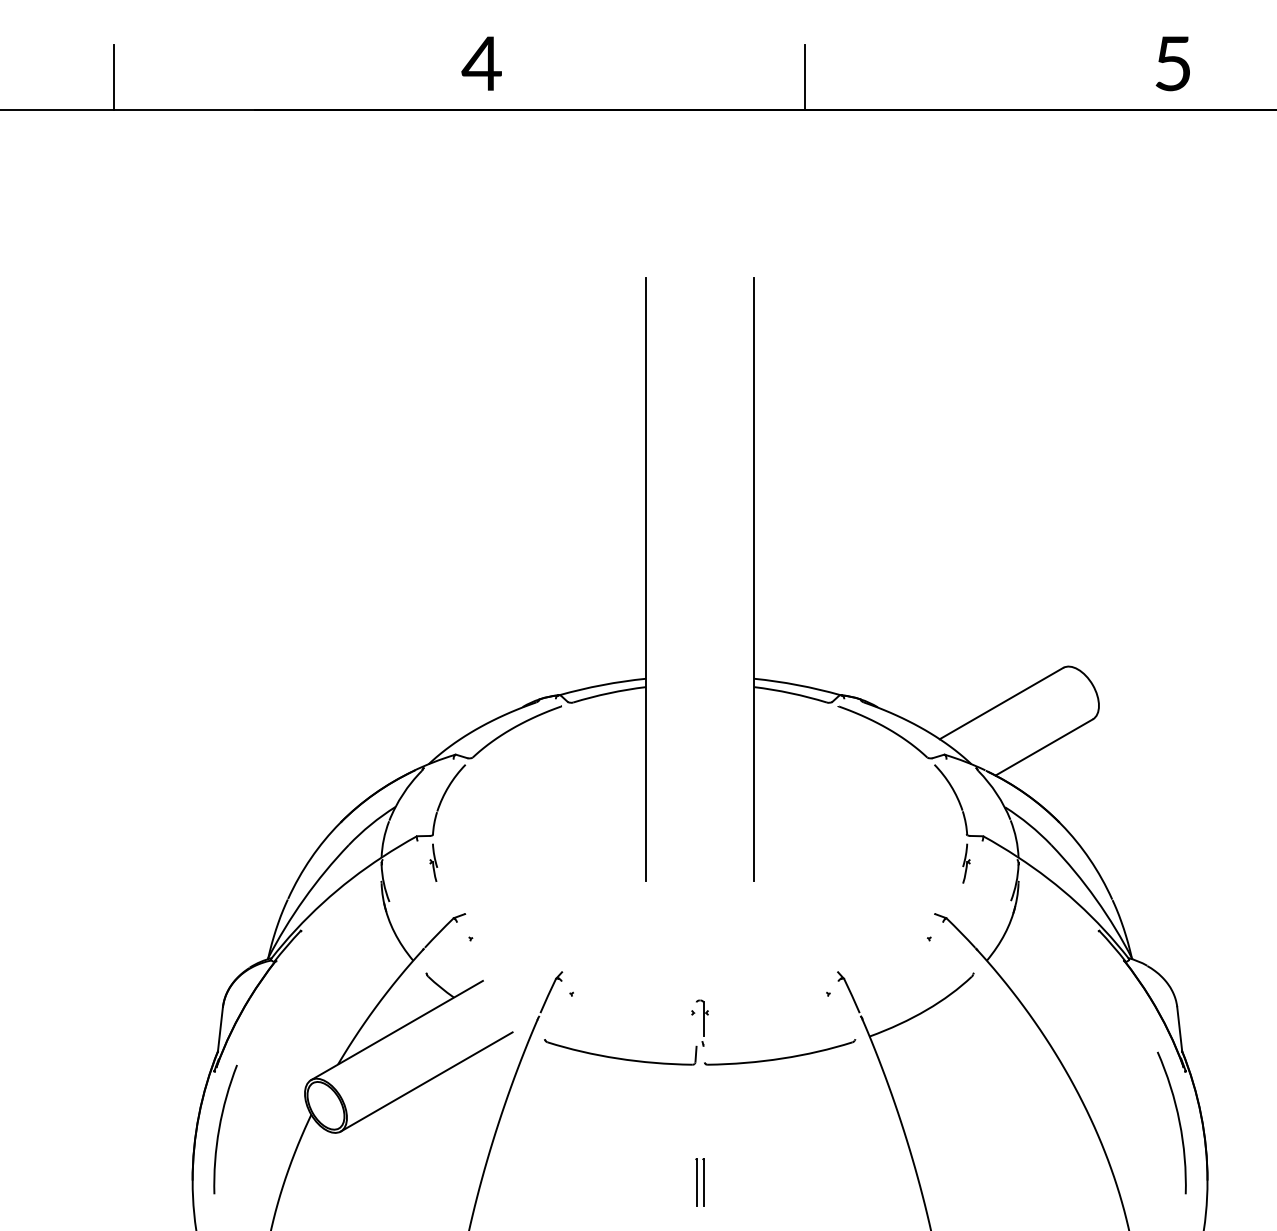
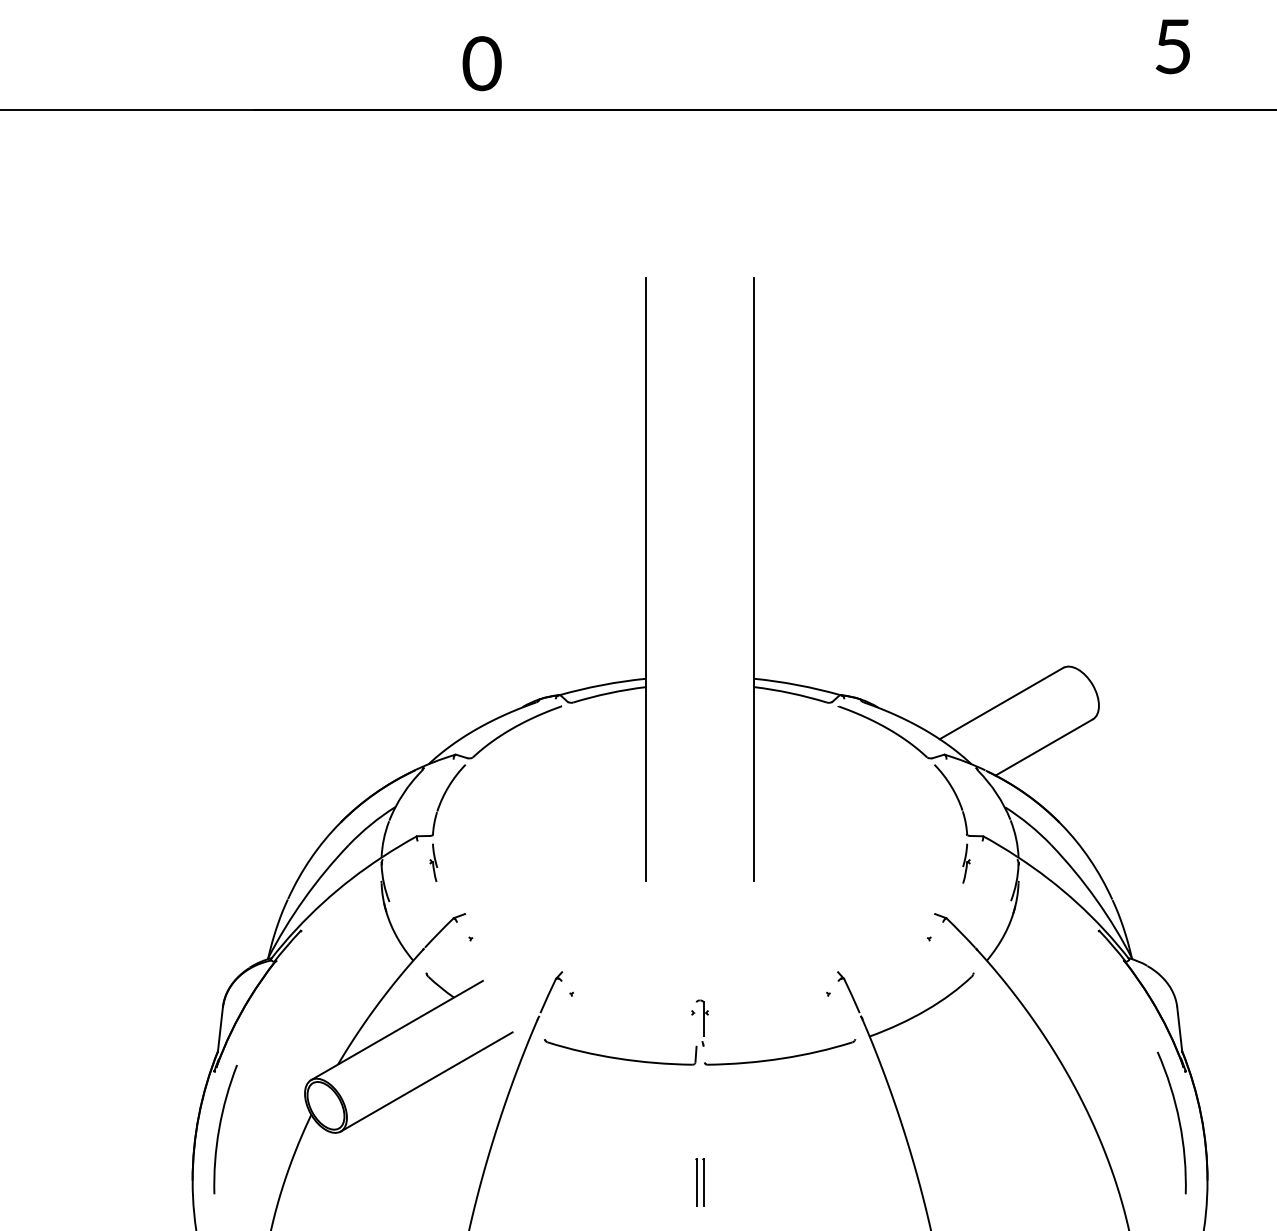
text at (481, 63): 4 -> 0
text at (1172, 63) position: (1172, 63) -> (1172, 46)
line at (114, 76): present -> none
line at (805, 76): present -> none
